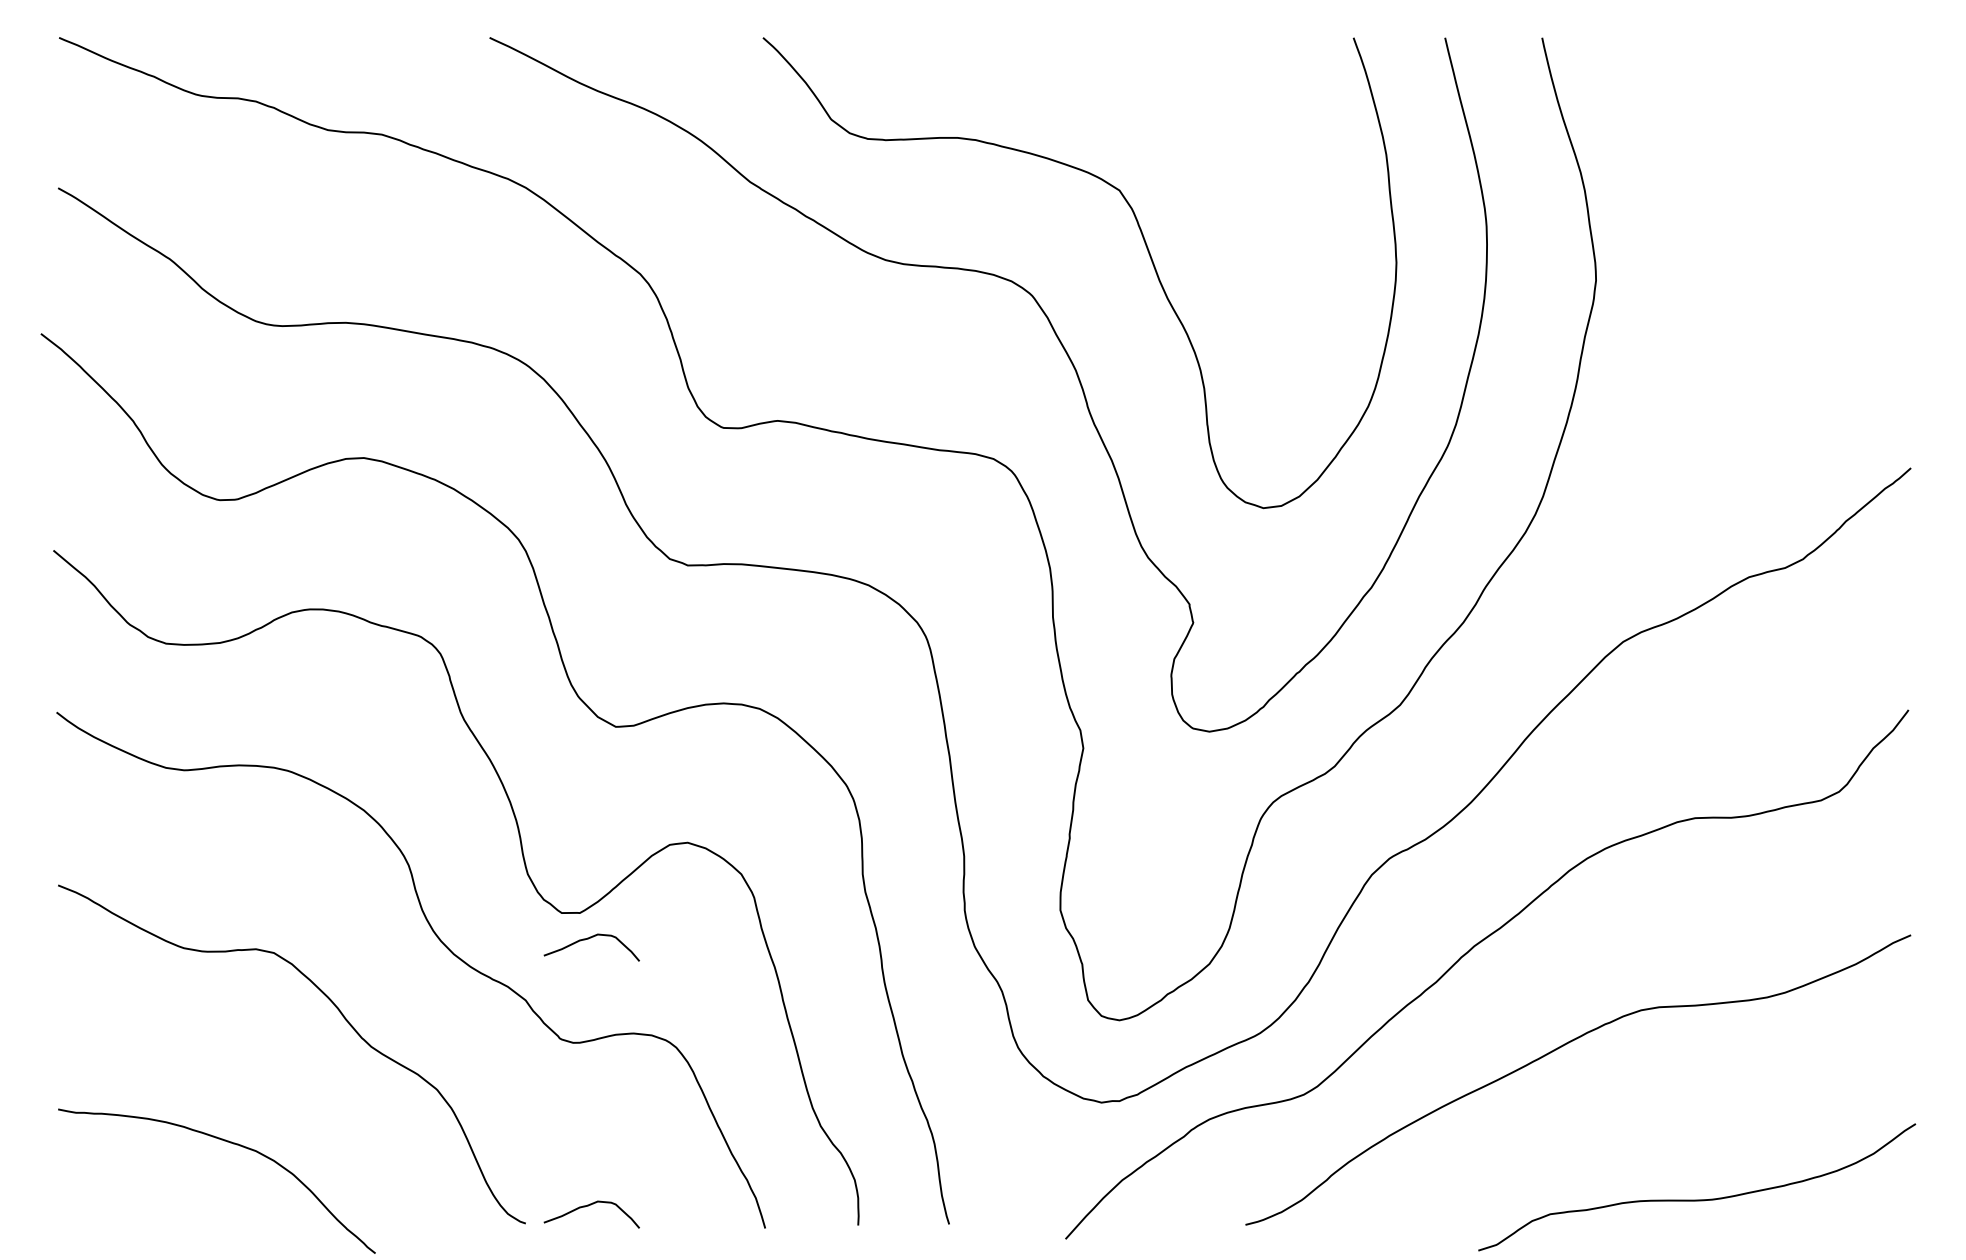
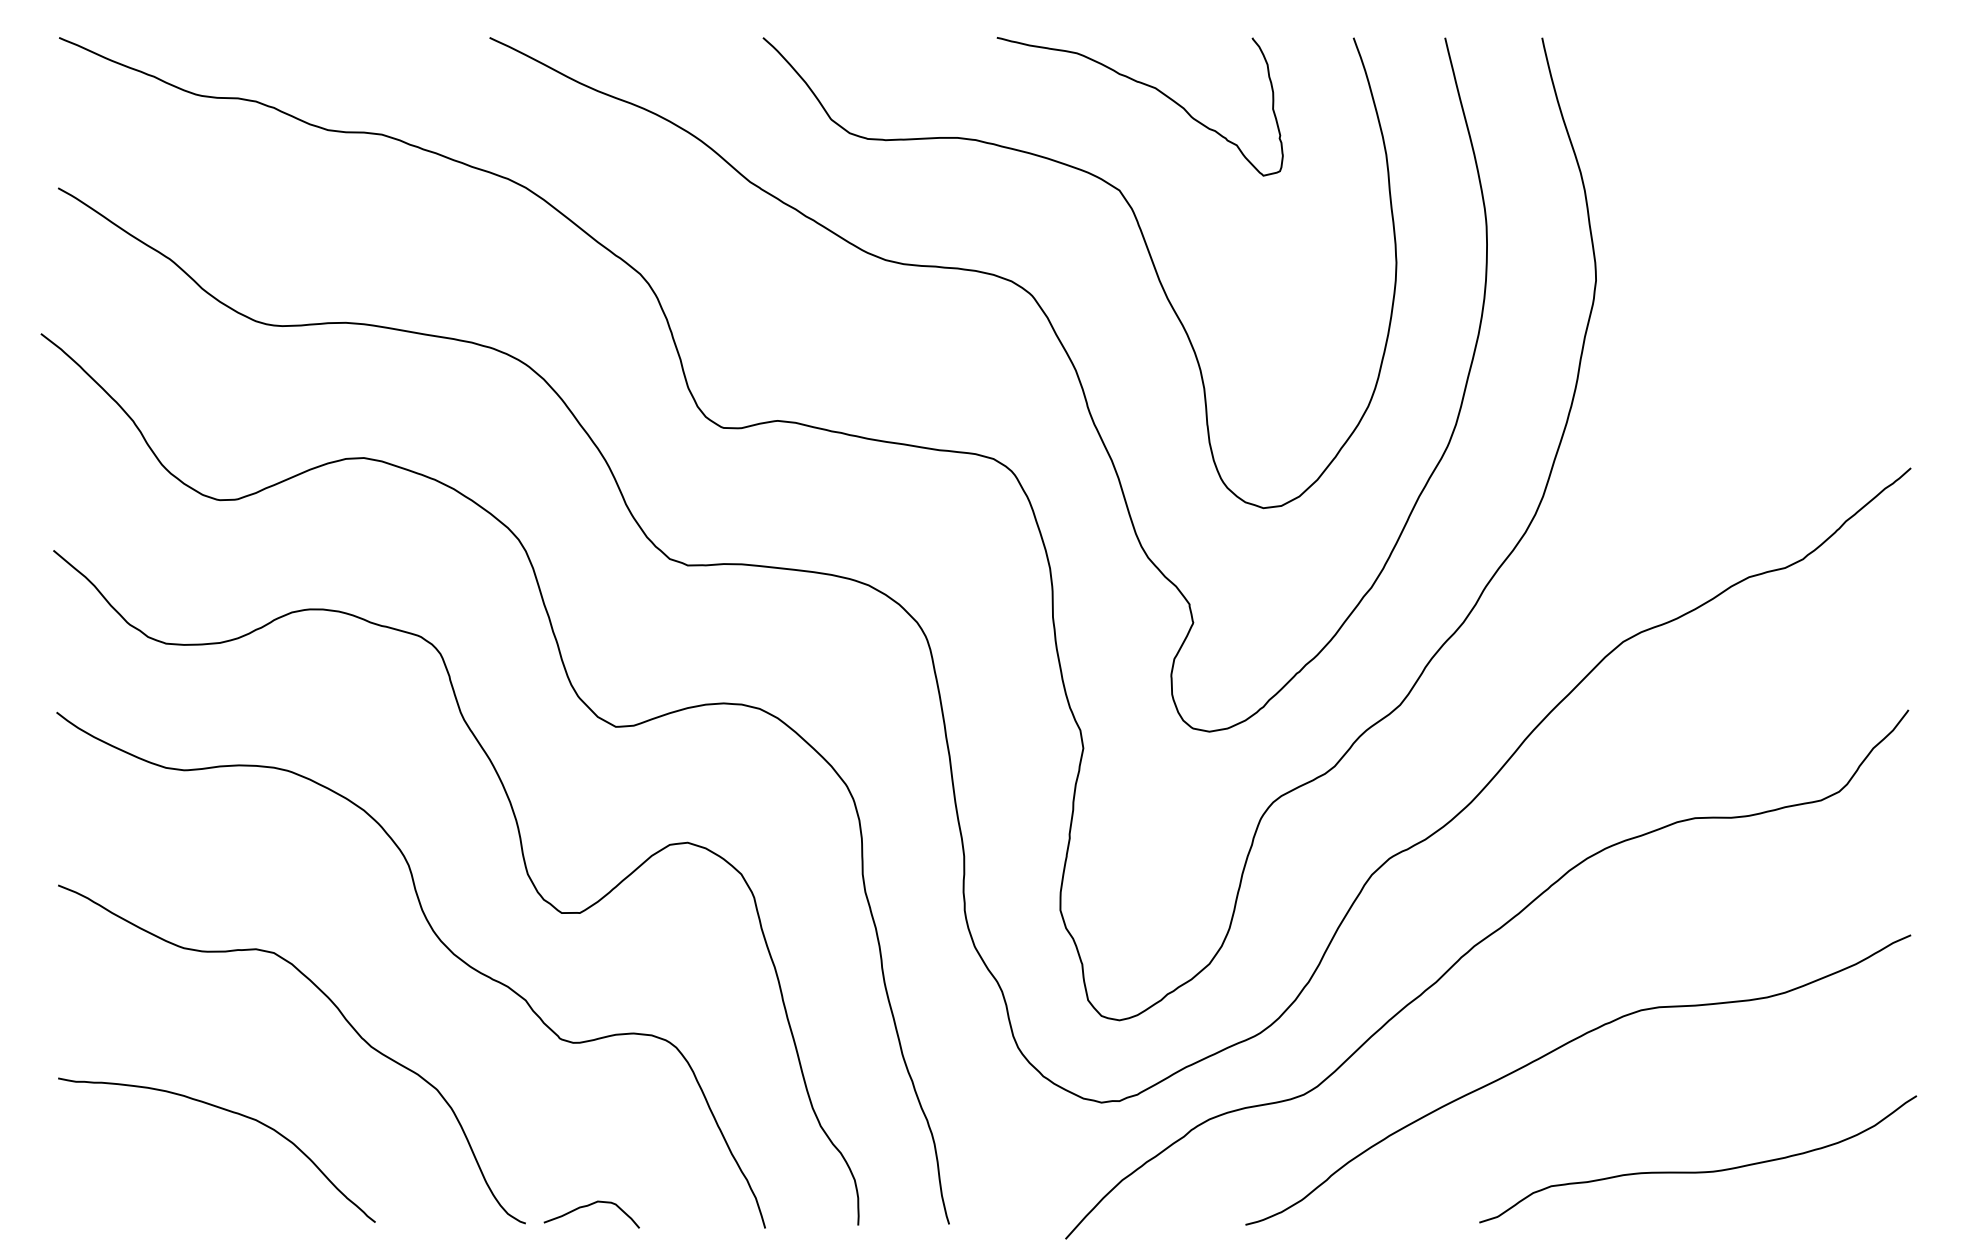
curve at (1147, 86): none -> present
curve at (588, 939): present -> none
curve at (227, 1142) position: (227, 1142) -> (227, 1111)
curve at (1697, 1199) position: (1697, 1199) -> (1698, 1171)
